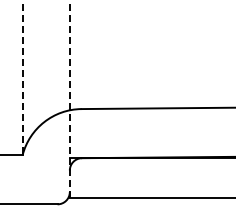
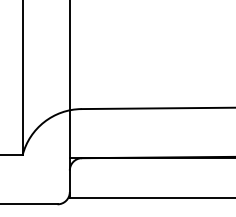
line at (22, 78): dashed -> solid
line at (69, 98): dashed -> solid
